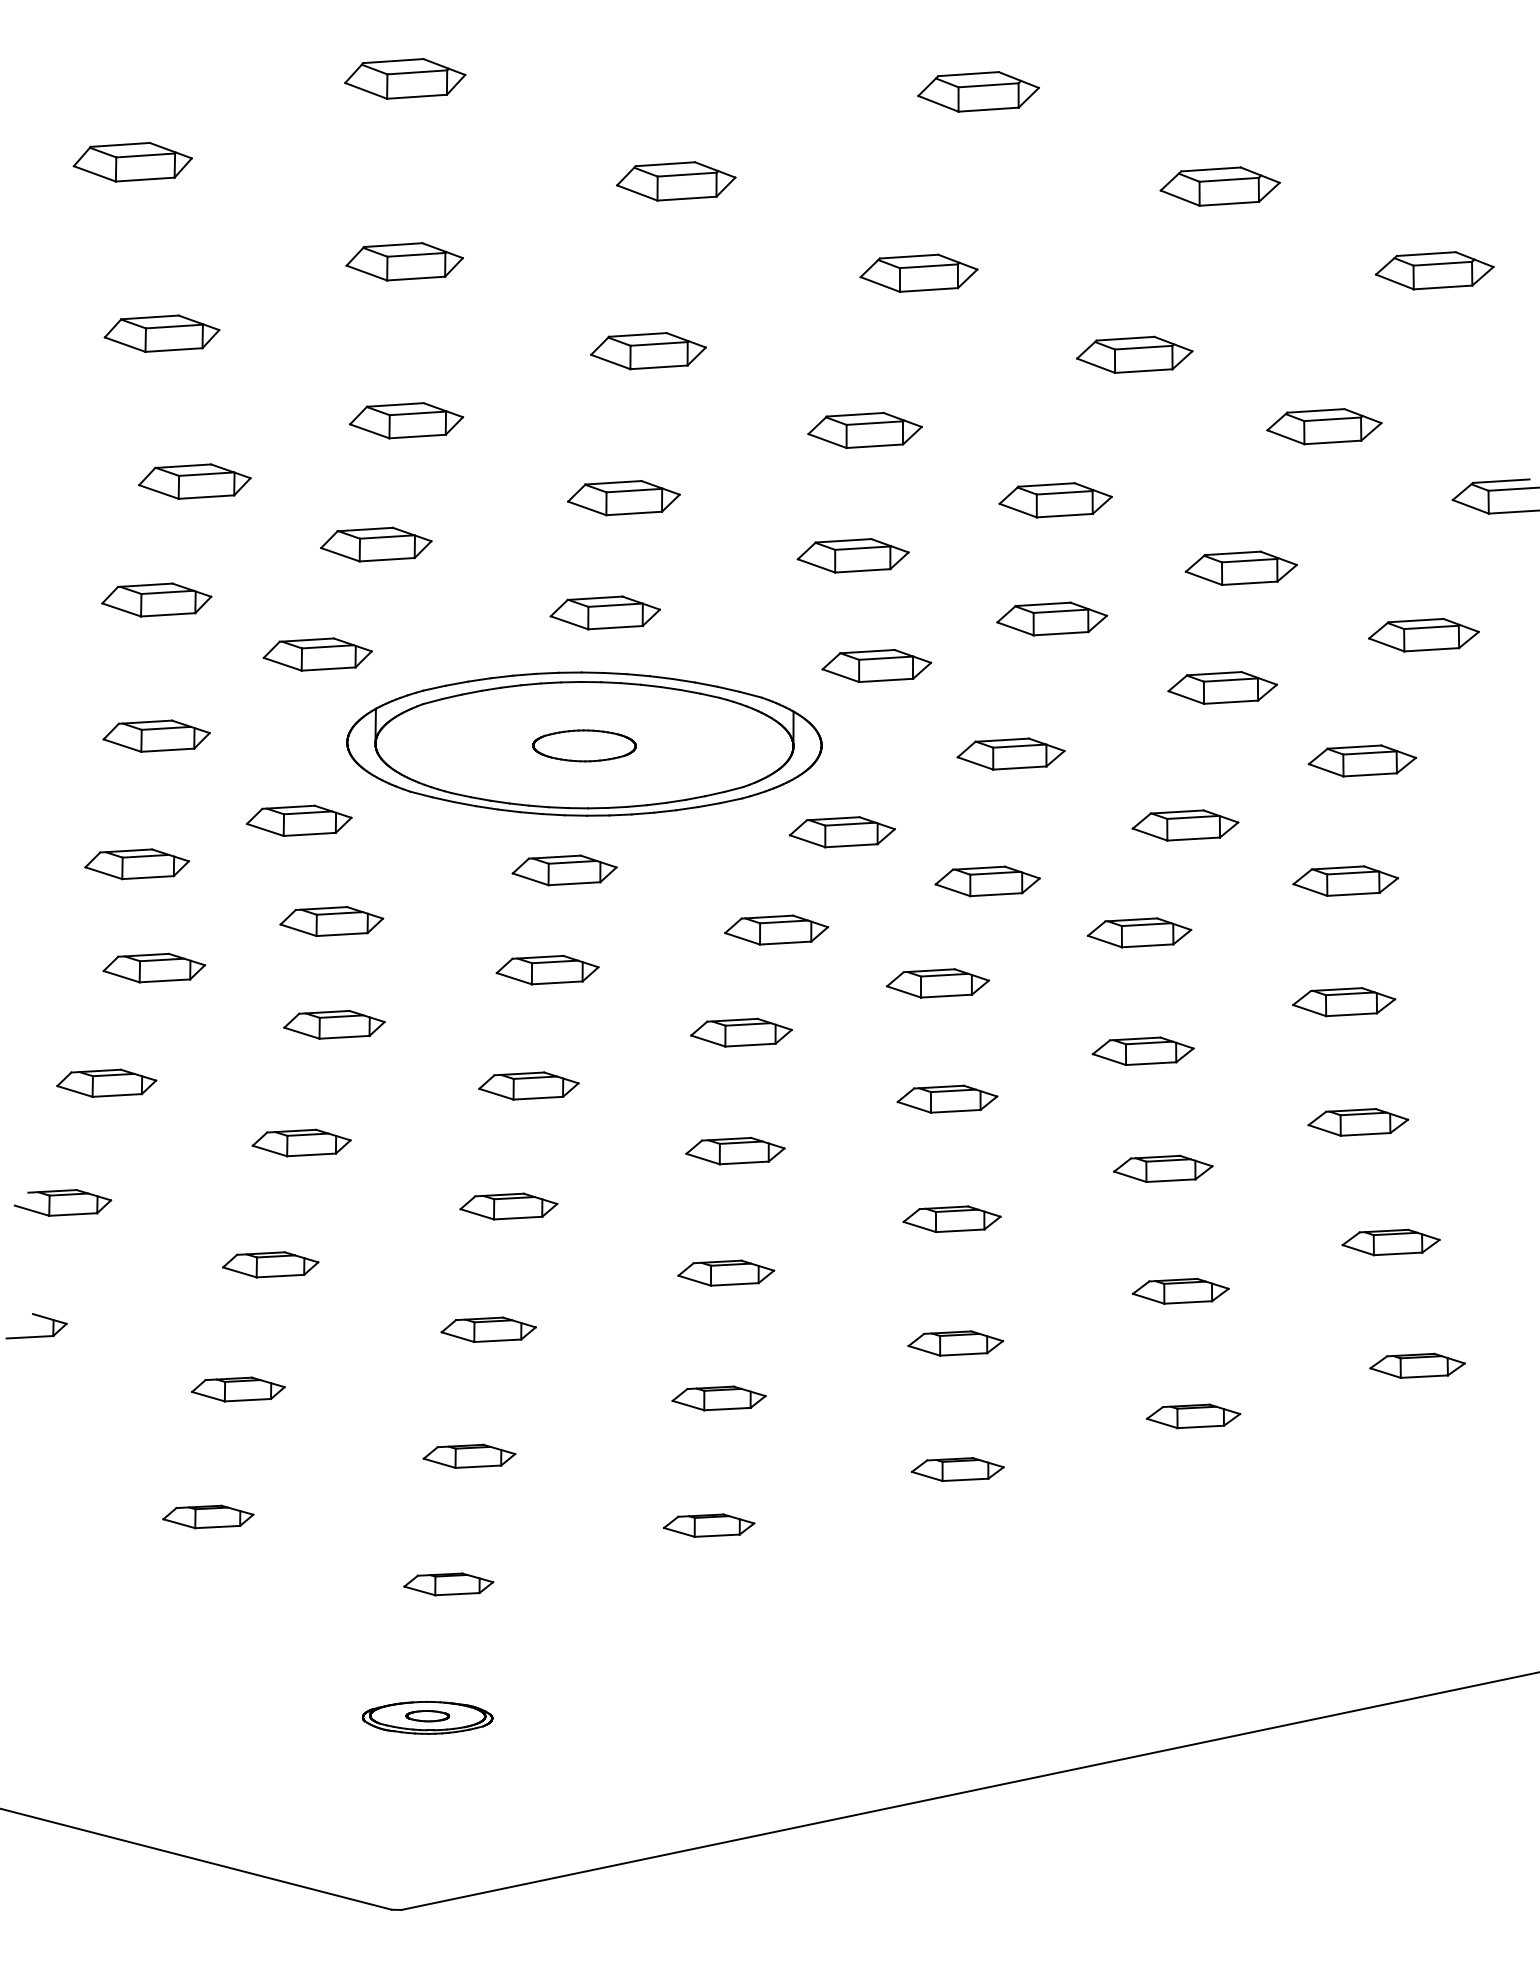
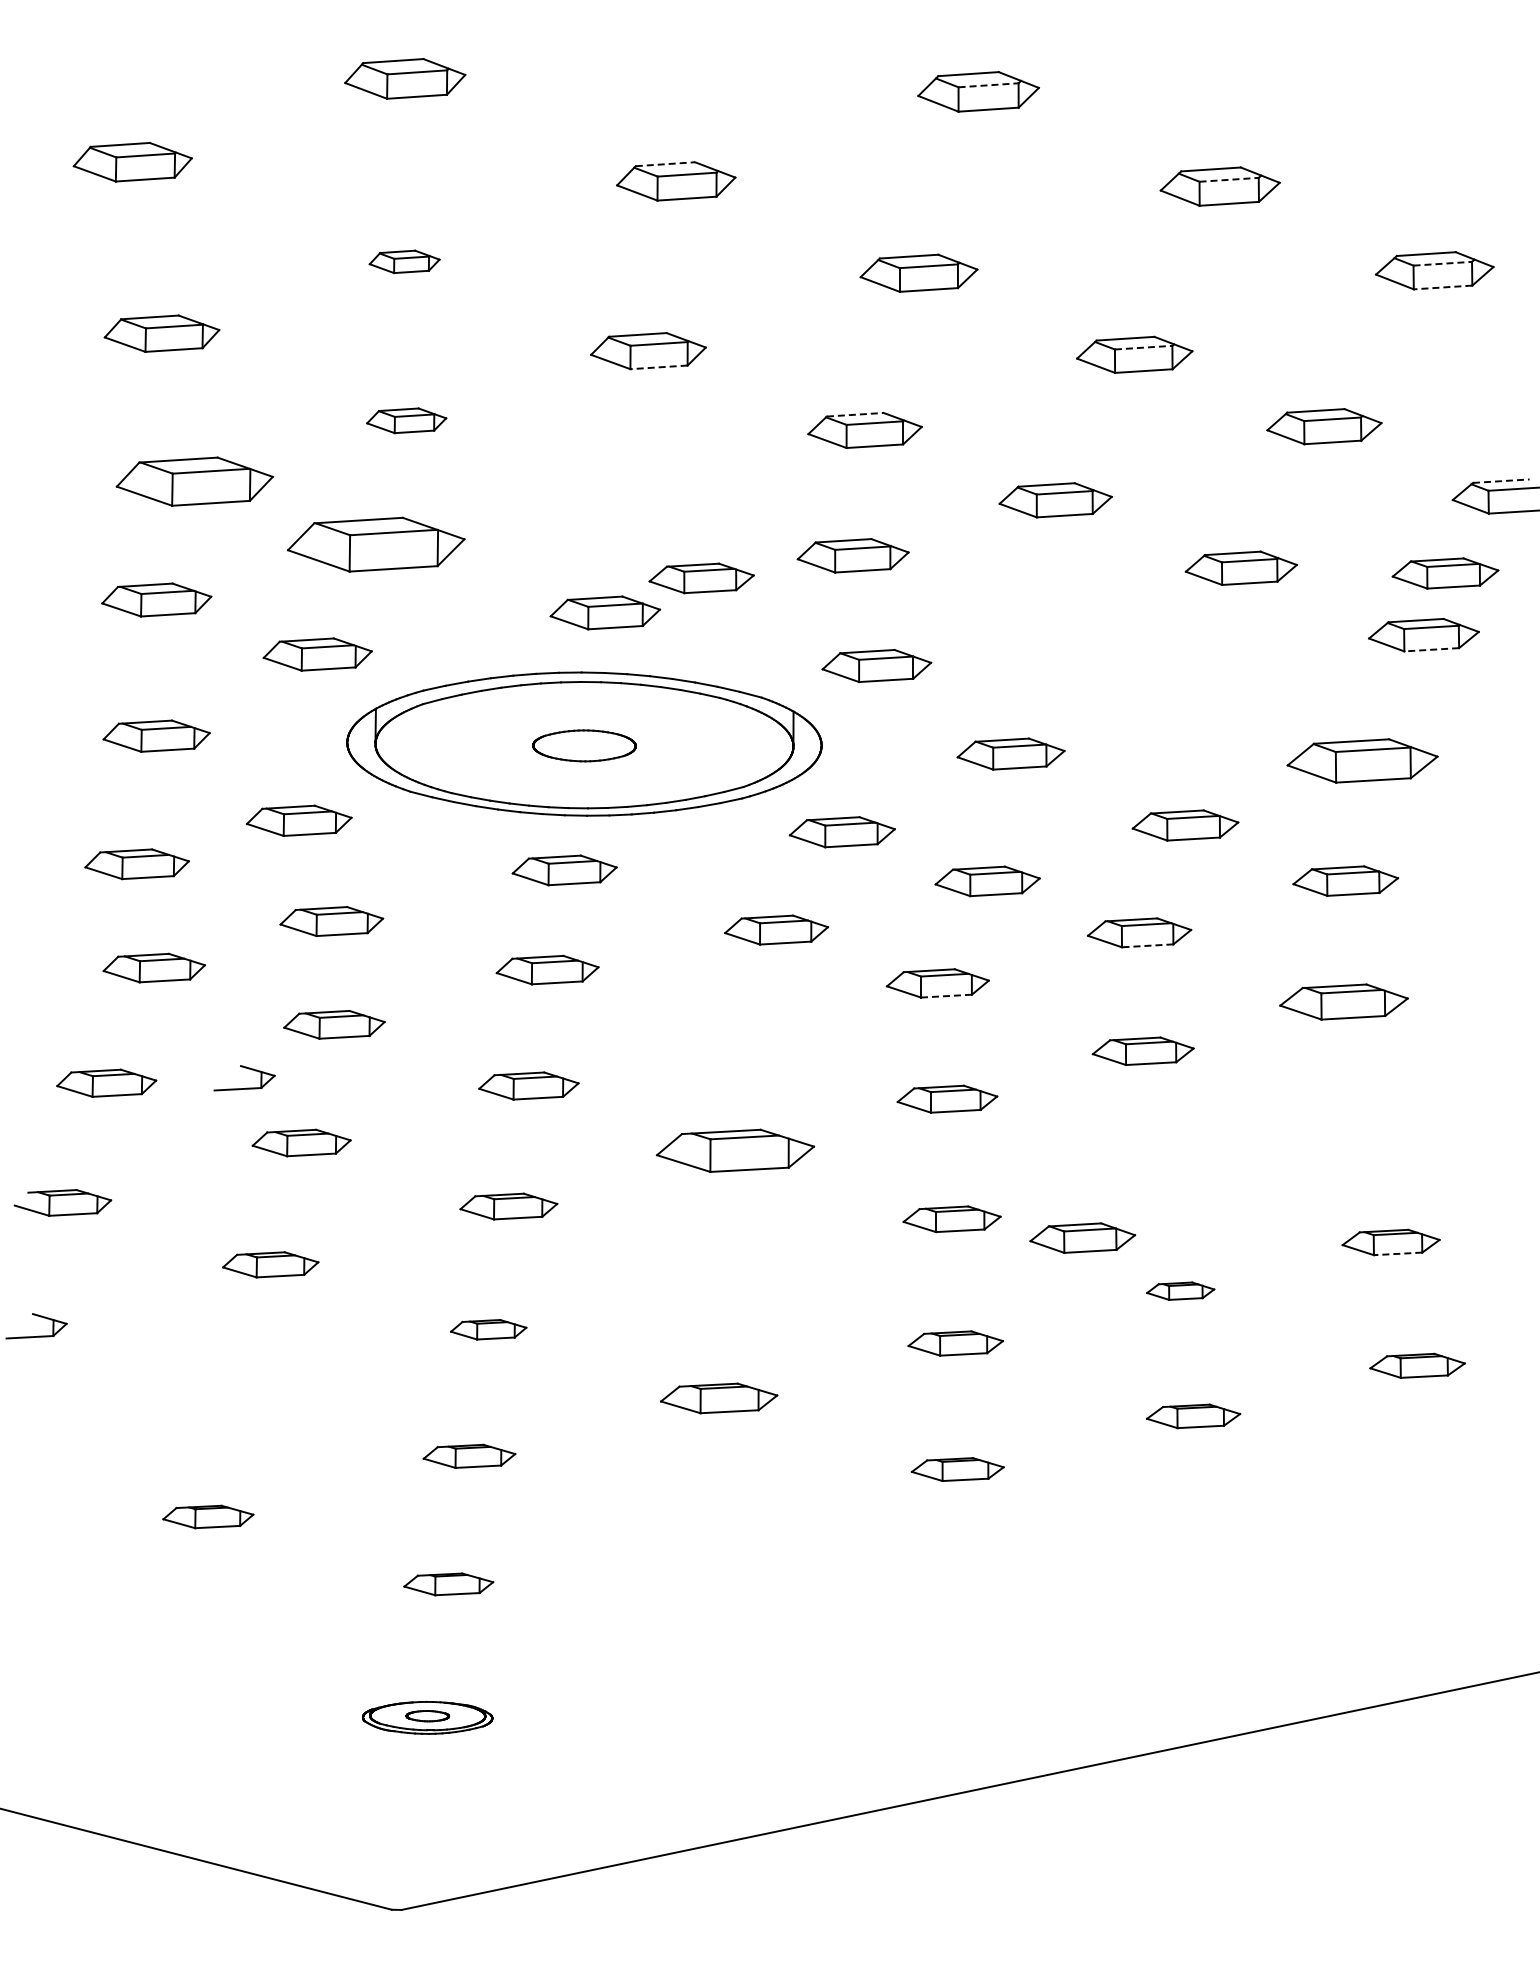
line at (989, 85): solid -> dashed
line at (665, 164): solid -> dashed
line at (1229, 179): solid -> dashed
part at (404, 261) size: 119x40 px -> 73x26 px
line at (1443, 263): solid -> dashed
line at (1442, 287): solid -> dashed
line at (1143, 347): solid -> dashed
line at (659, 367): solid -> dashed
line at (855, 414): solid -> dashed
part at (406, 420) size: 116x38 px -> 82x28 px
part at (194, 481) size: 114x37 px -> 159x51 px
line at (1501, 481): solid -> dashed
part at (623, 498): present -> none
part at (376, 544) size: 113x37 px -> 180x57 px
part at (1445, 573): none -> present
part at (701, 578): none -> present
part at (1052, 618): present -> none
line at (1431, 649): solid -> dashed
part at (1222, 687): present -> none
part at (1361, 760) size: 110x34 px -> 153x46 px
line at (1147, 945): solid -> dashed
line at (946, 996): solid -> dashed
part at (1344, 1002) size: 105x31 px -> 130x38 px
part at (741, 1032): present -> none
part at (246, 1087): none -> present
part at (1358, 1122): present -> none
part at (735, 1151) size: 101x29 px -> 161x45 px
part at (1163, 1168): present -> none
part at (1082, 1237): none -> present
line at (1397, 1253): solid -> dashed
part at (726, 1272): present -> none
part at (1180, 1290) size: 99x28 px -> 70x20 px
part at (488, 1329) size: 97x27 px -> 78x22 px
part at (238, 1389): present -> none
part at (718, 1398) size: 96x27 px -> 119x33 px
part at (709, 1525): present -> none
